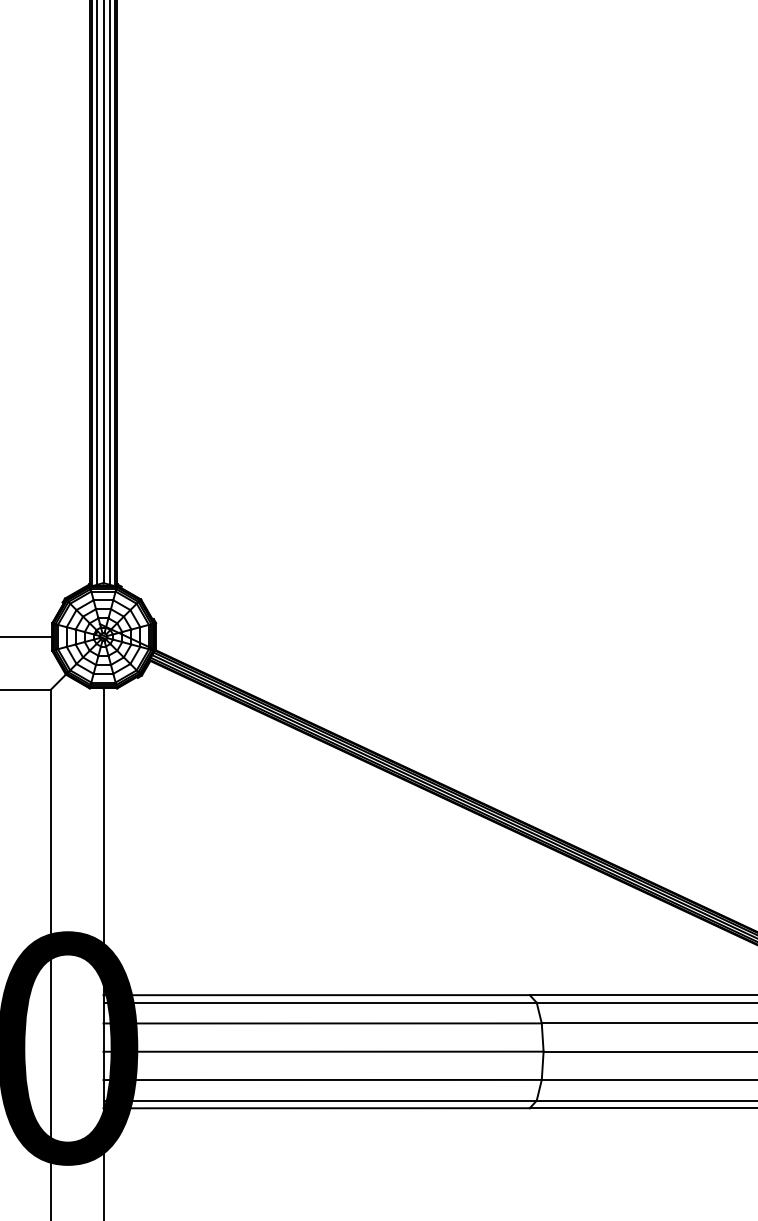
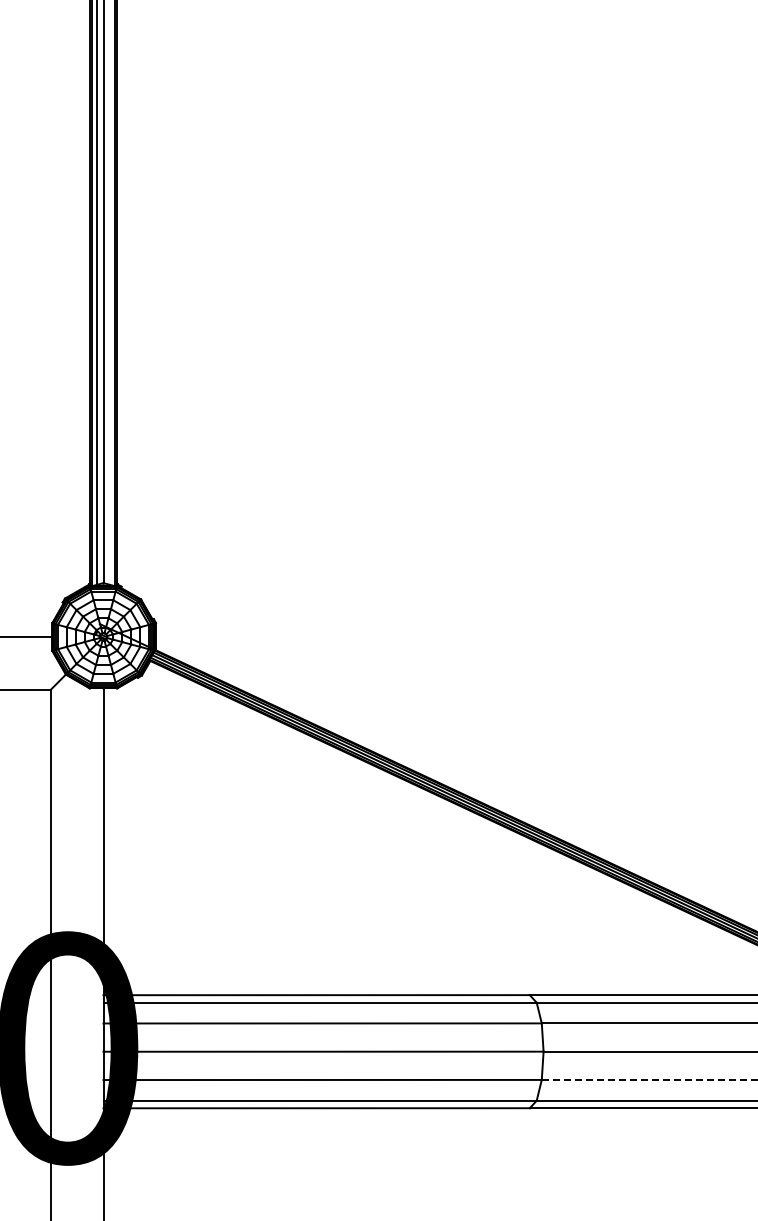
line at (110, 293): present -> none
line at (649, 1079): solid -> dashed
